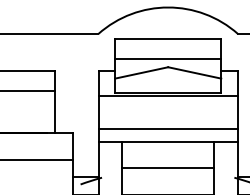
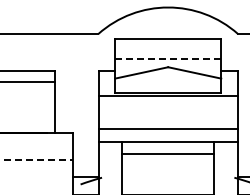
line at (167, 58): solid -> dashed
line at (28, 90) position: (28, 90) -> (28, 81)
line at (37, 159): solid -> dashed
line at (167, 167) position: (167, 167) -> (167, 153)
